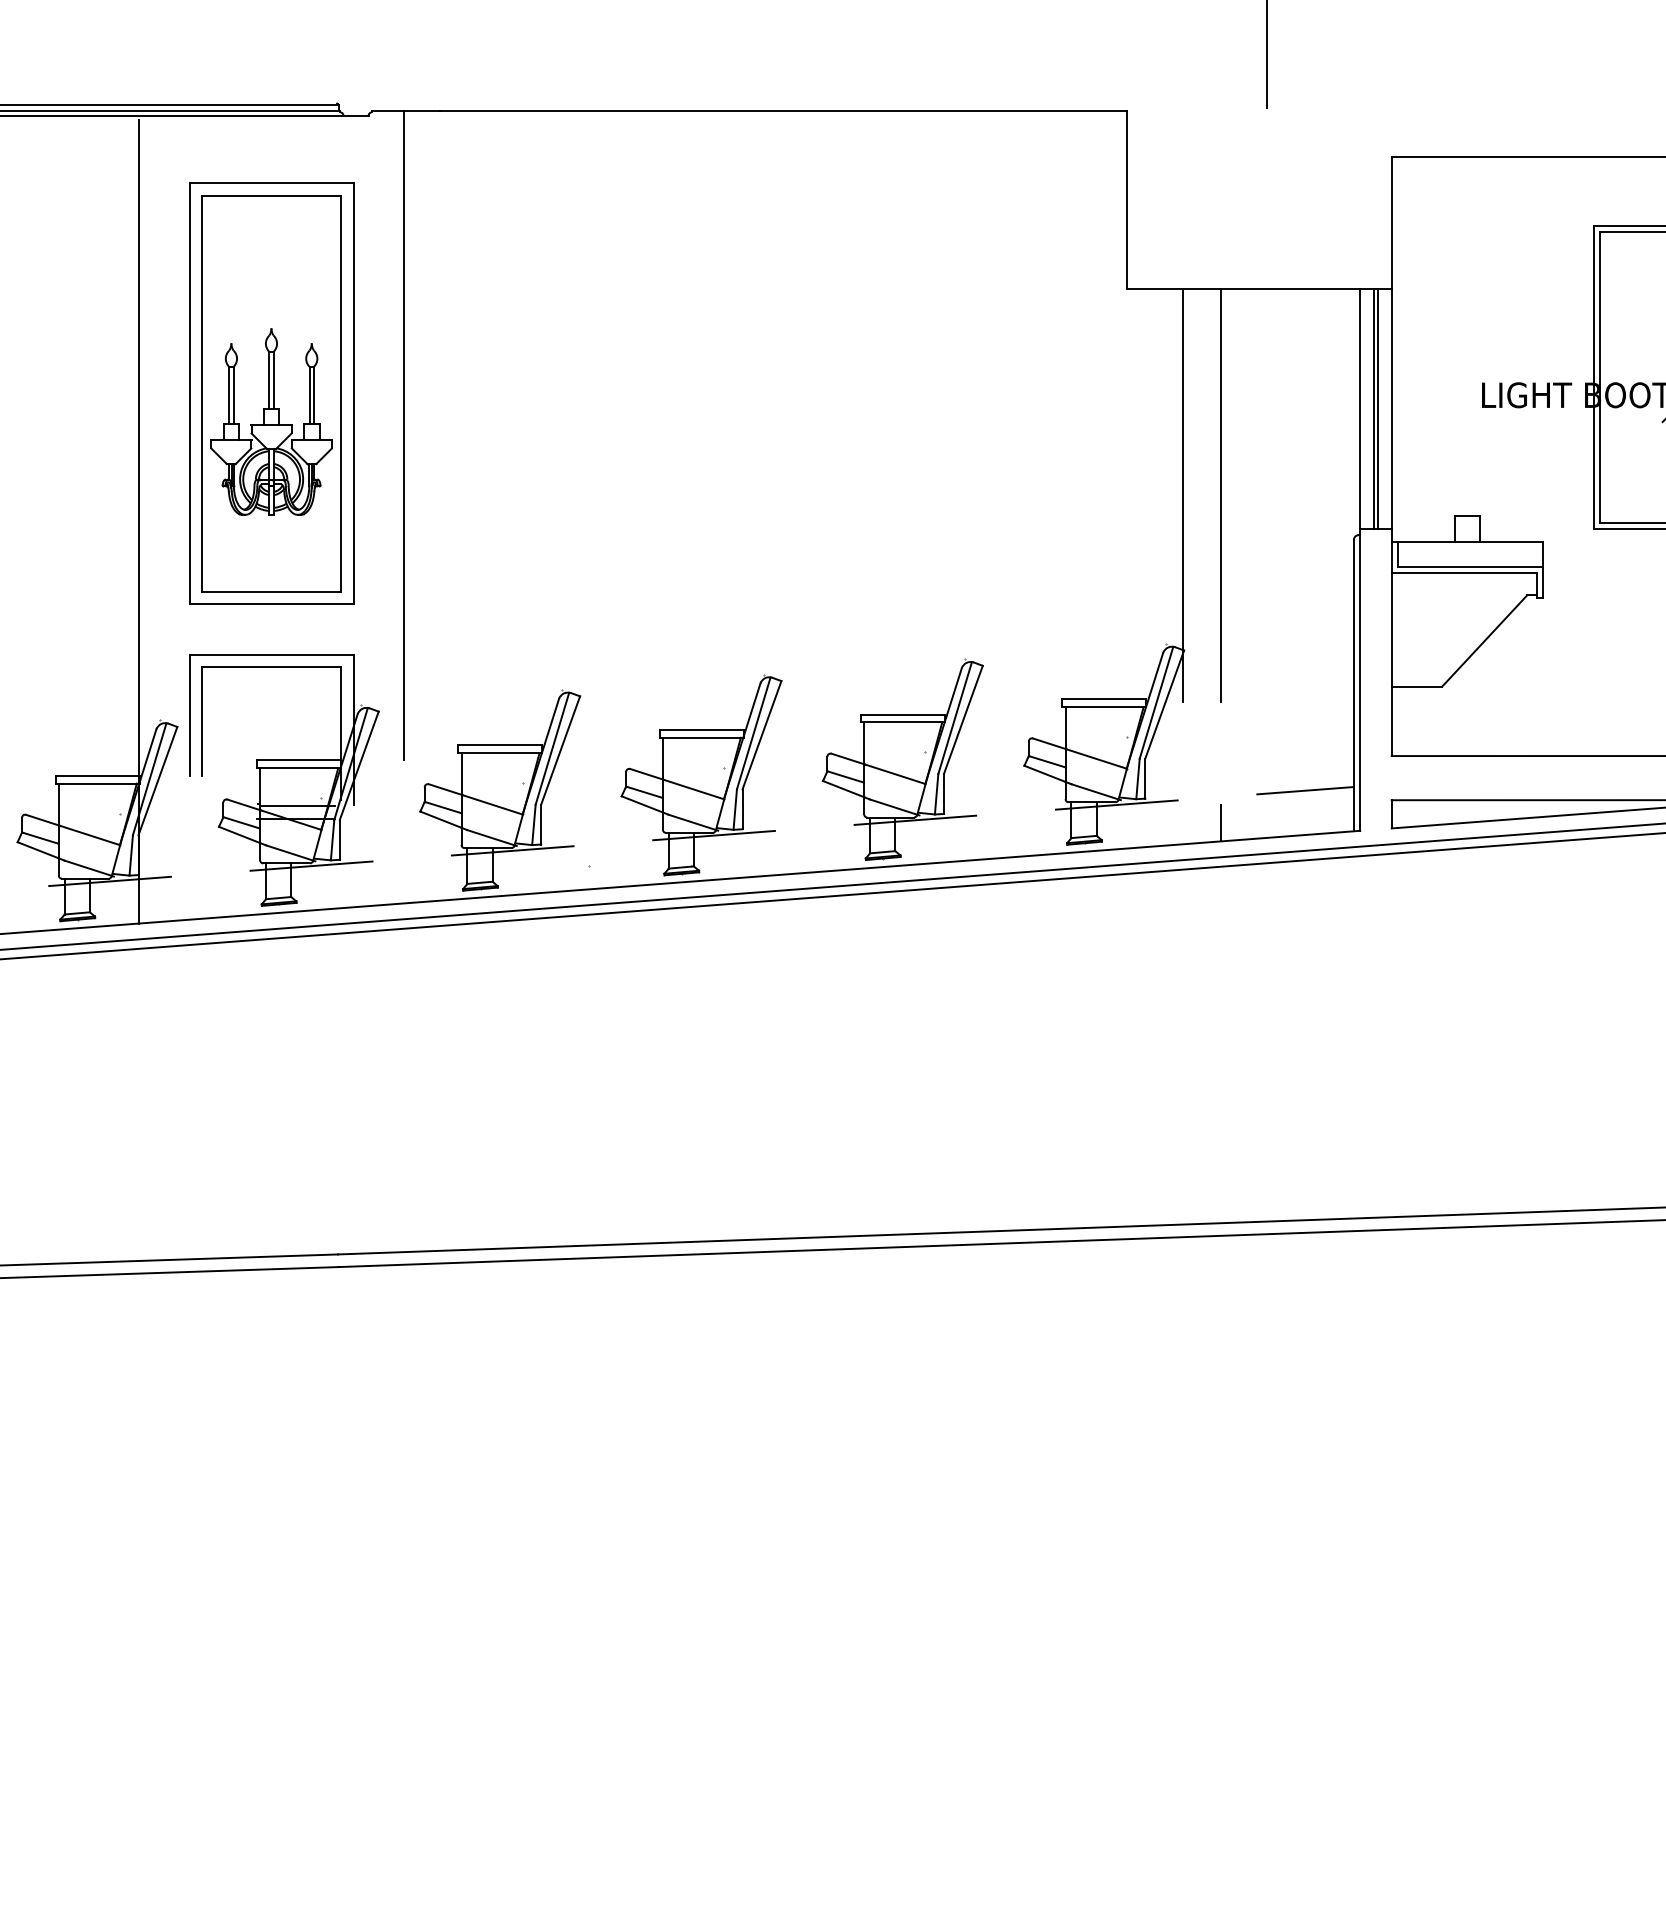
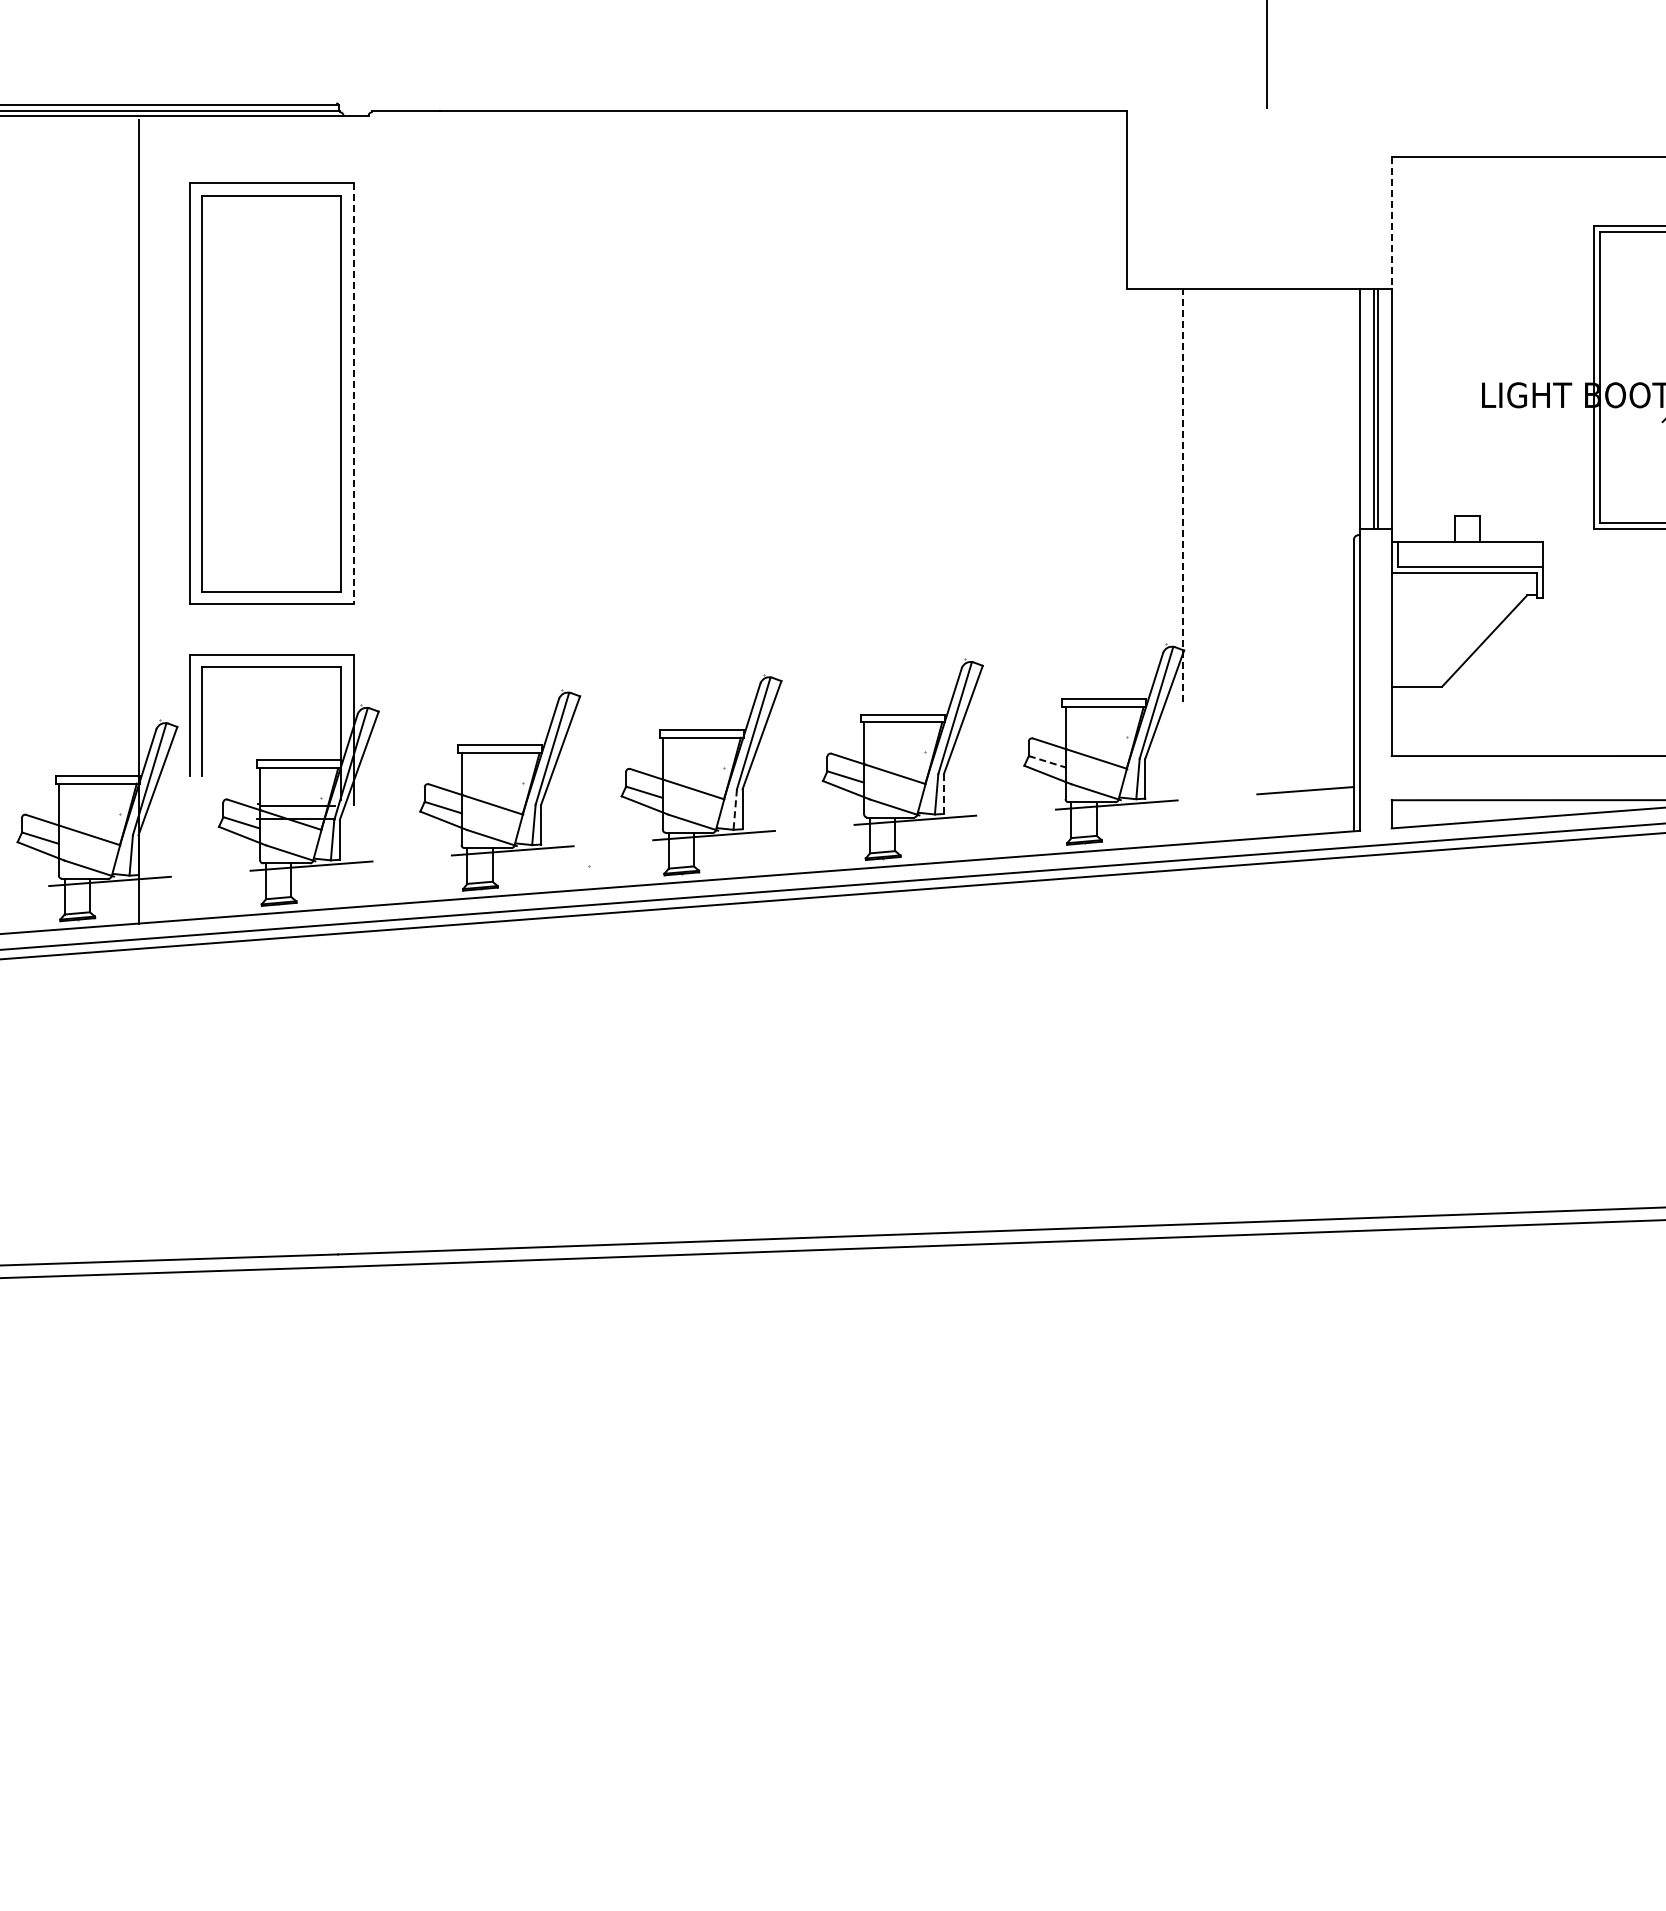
line at (1391, 223): solid -> dashed
line at (353, 394): solid -> dashed
part at (271, 421): present -> none
line at (404, 435): present -> none
line at (1183, 495): solid -> dashed
line at (1221, 495): present -> none
line at (1047, 761): solid -> dashed
line at (943, 794): solid -> dashed
line at (735, 809): solid -> dashed
line at (1221, 823): present -> none
